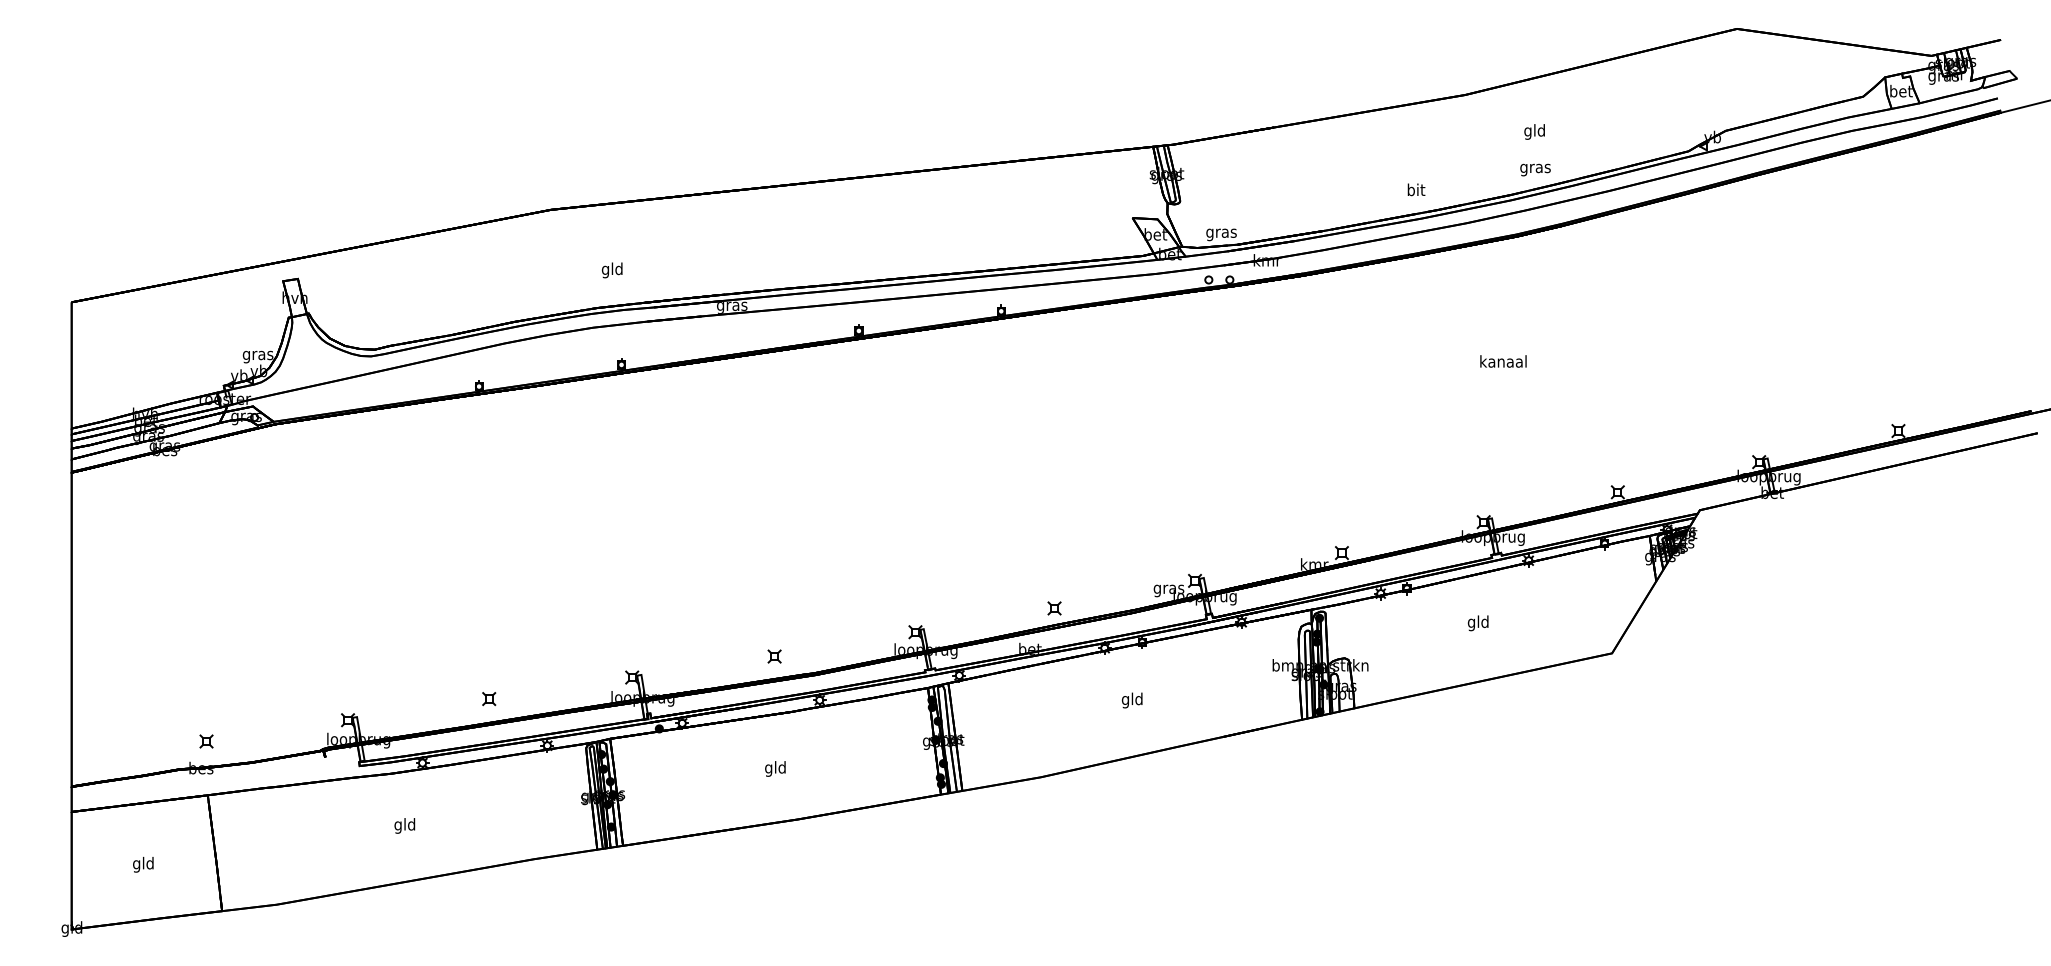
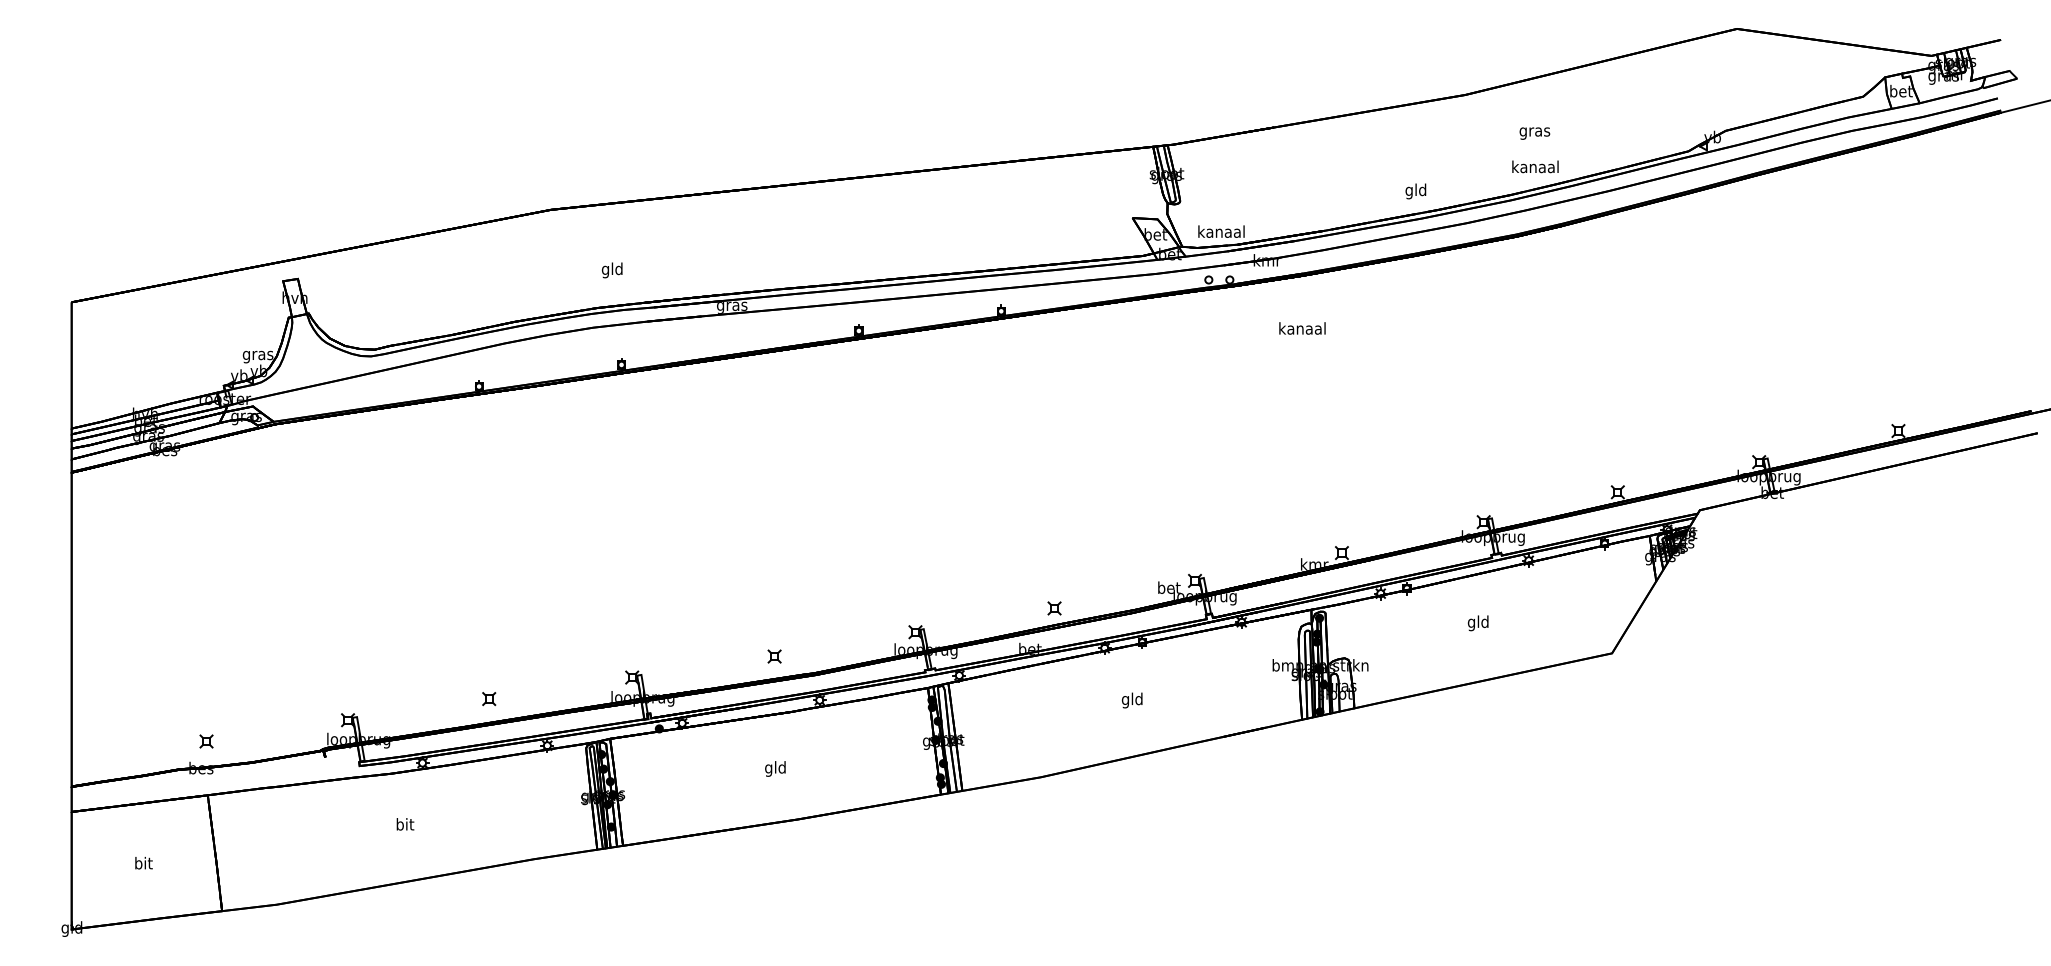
text at (1534, 131): gld -> gras
text at (1535, 168): gras -> kanaal
text at (1415, 191): bit -> gld
text at (1221, 233): gras -> kanaal
text at (1503, 361) position: (1503, 361) -> (1302, 328)
text at (1168, 589): gras -> bet
text at (404, 825): gld -> bit
text at (143, 864): gld -> bit
